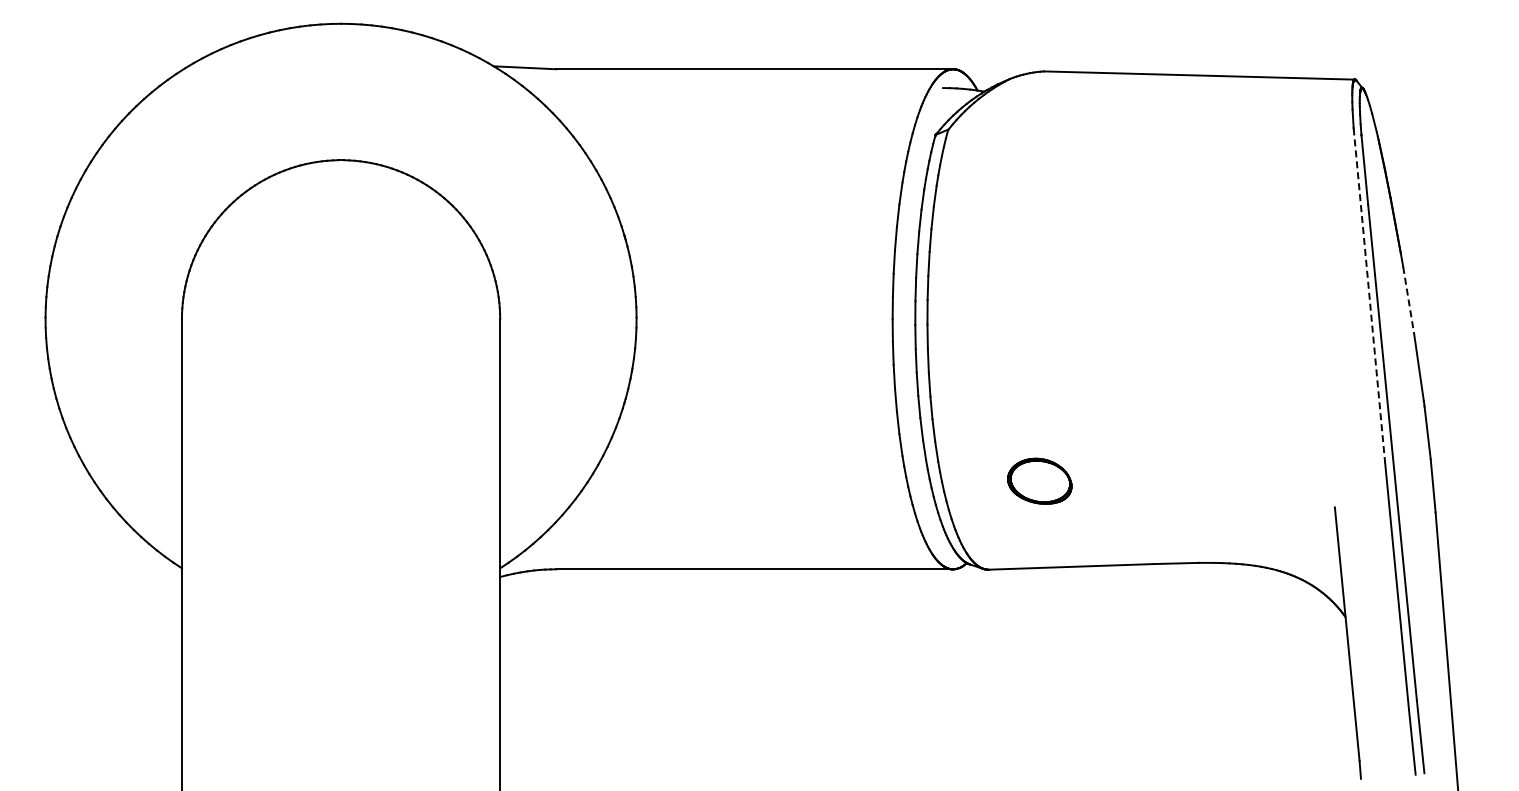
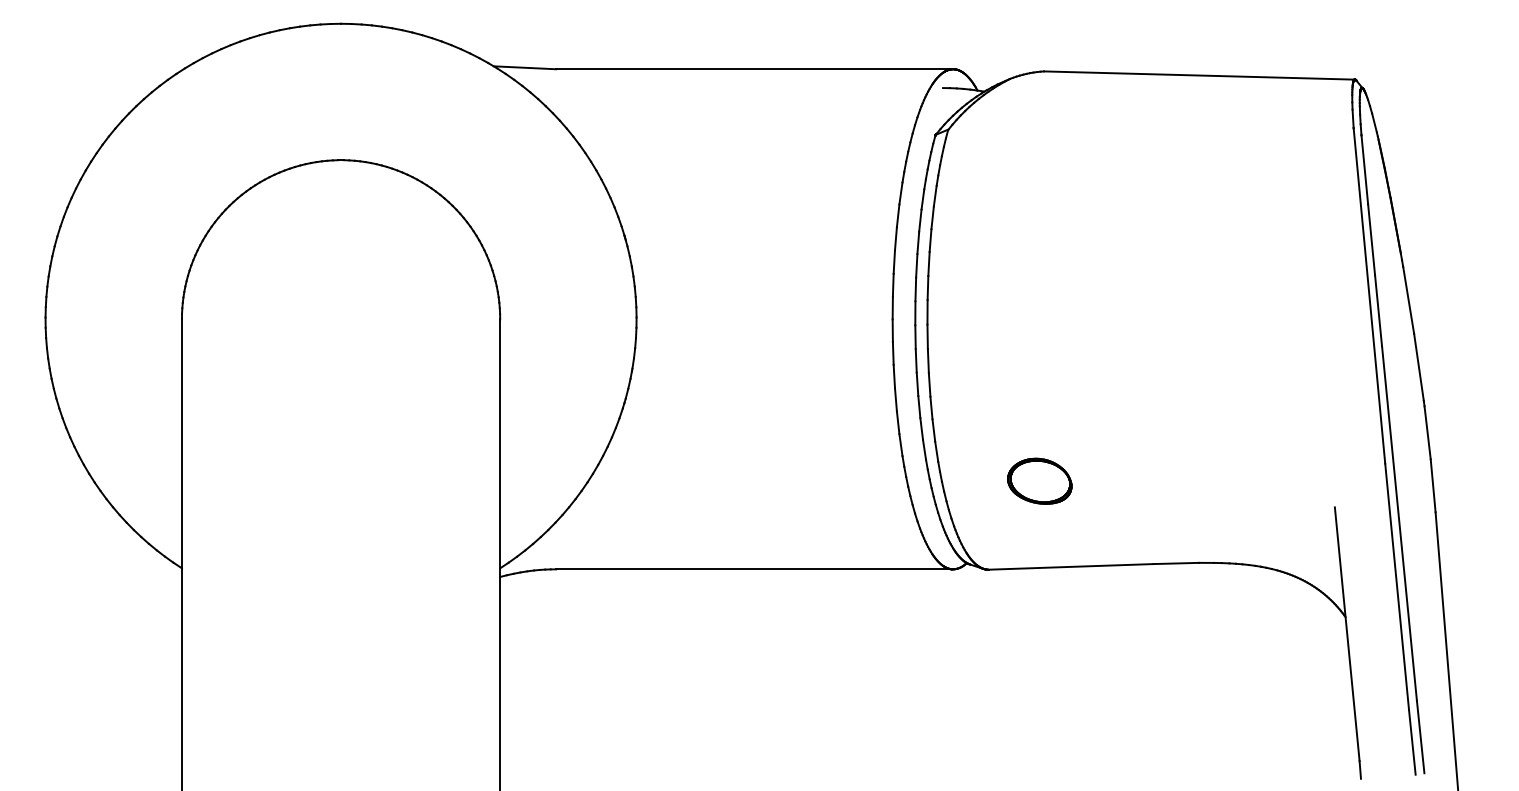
line at (1369, 296): dashed -> solid
line at (1408, 300): dashed -> solid
